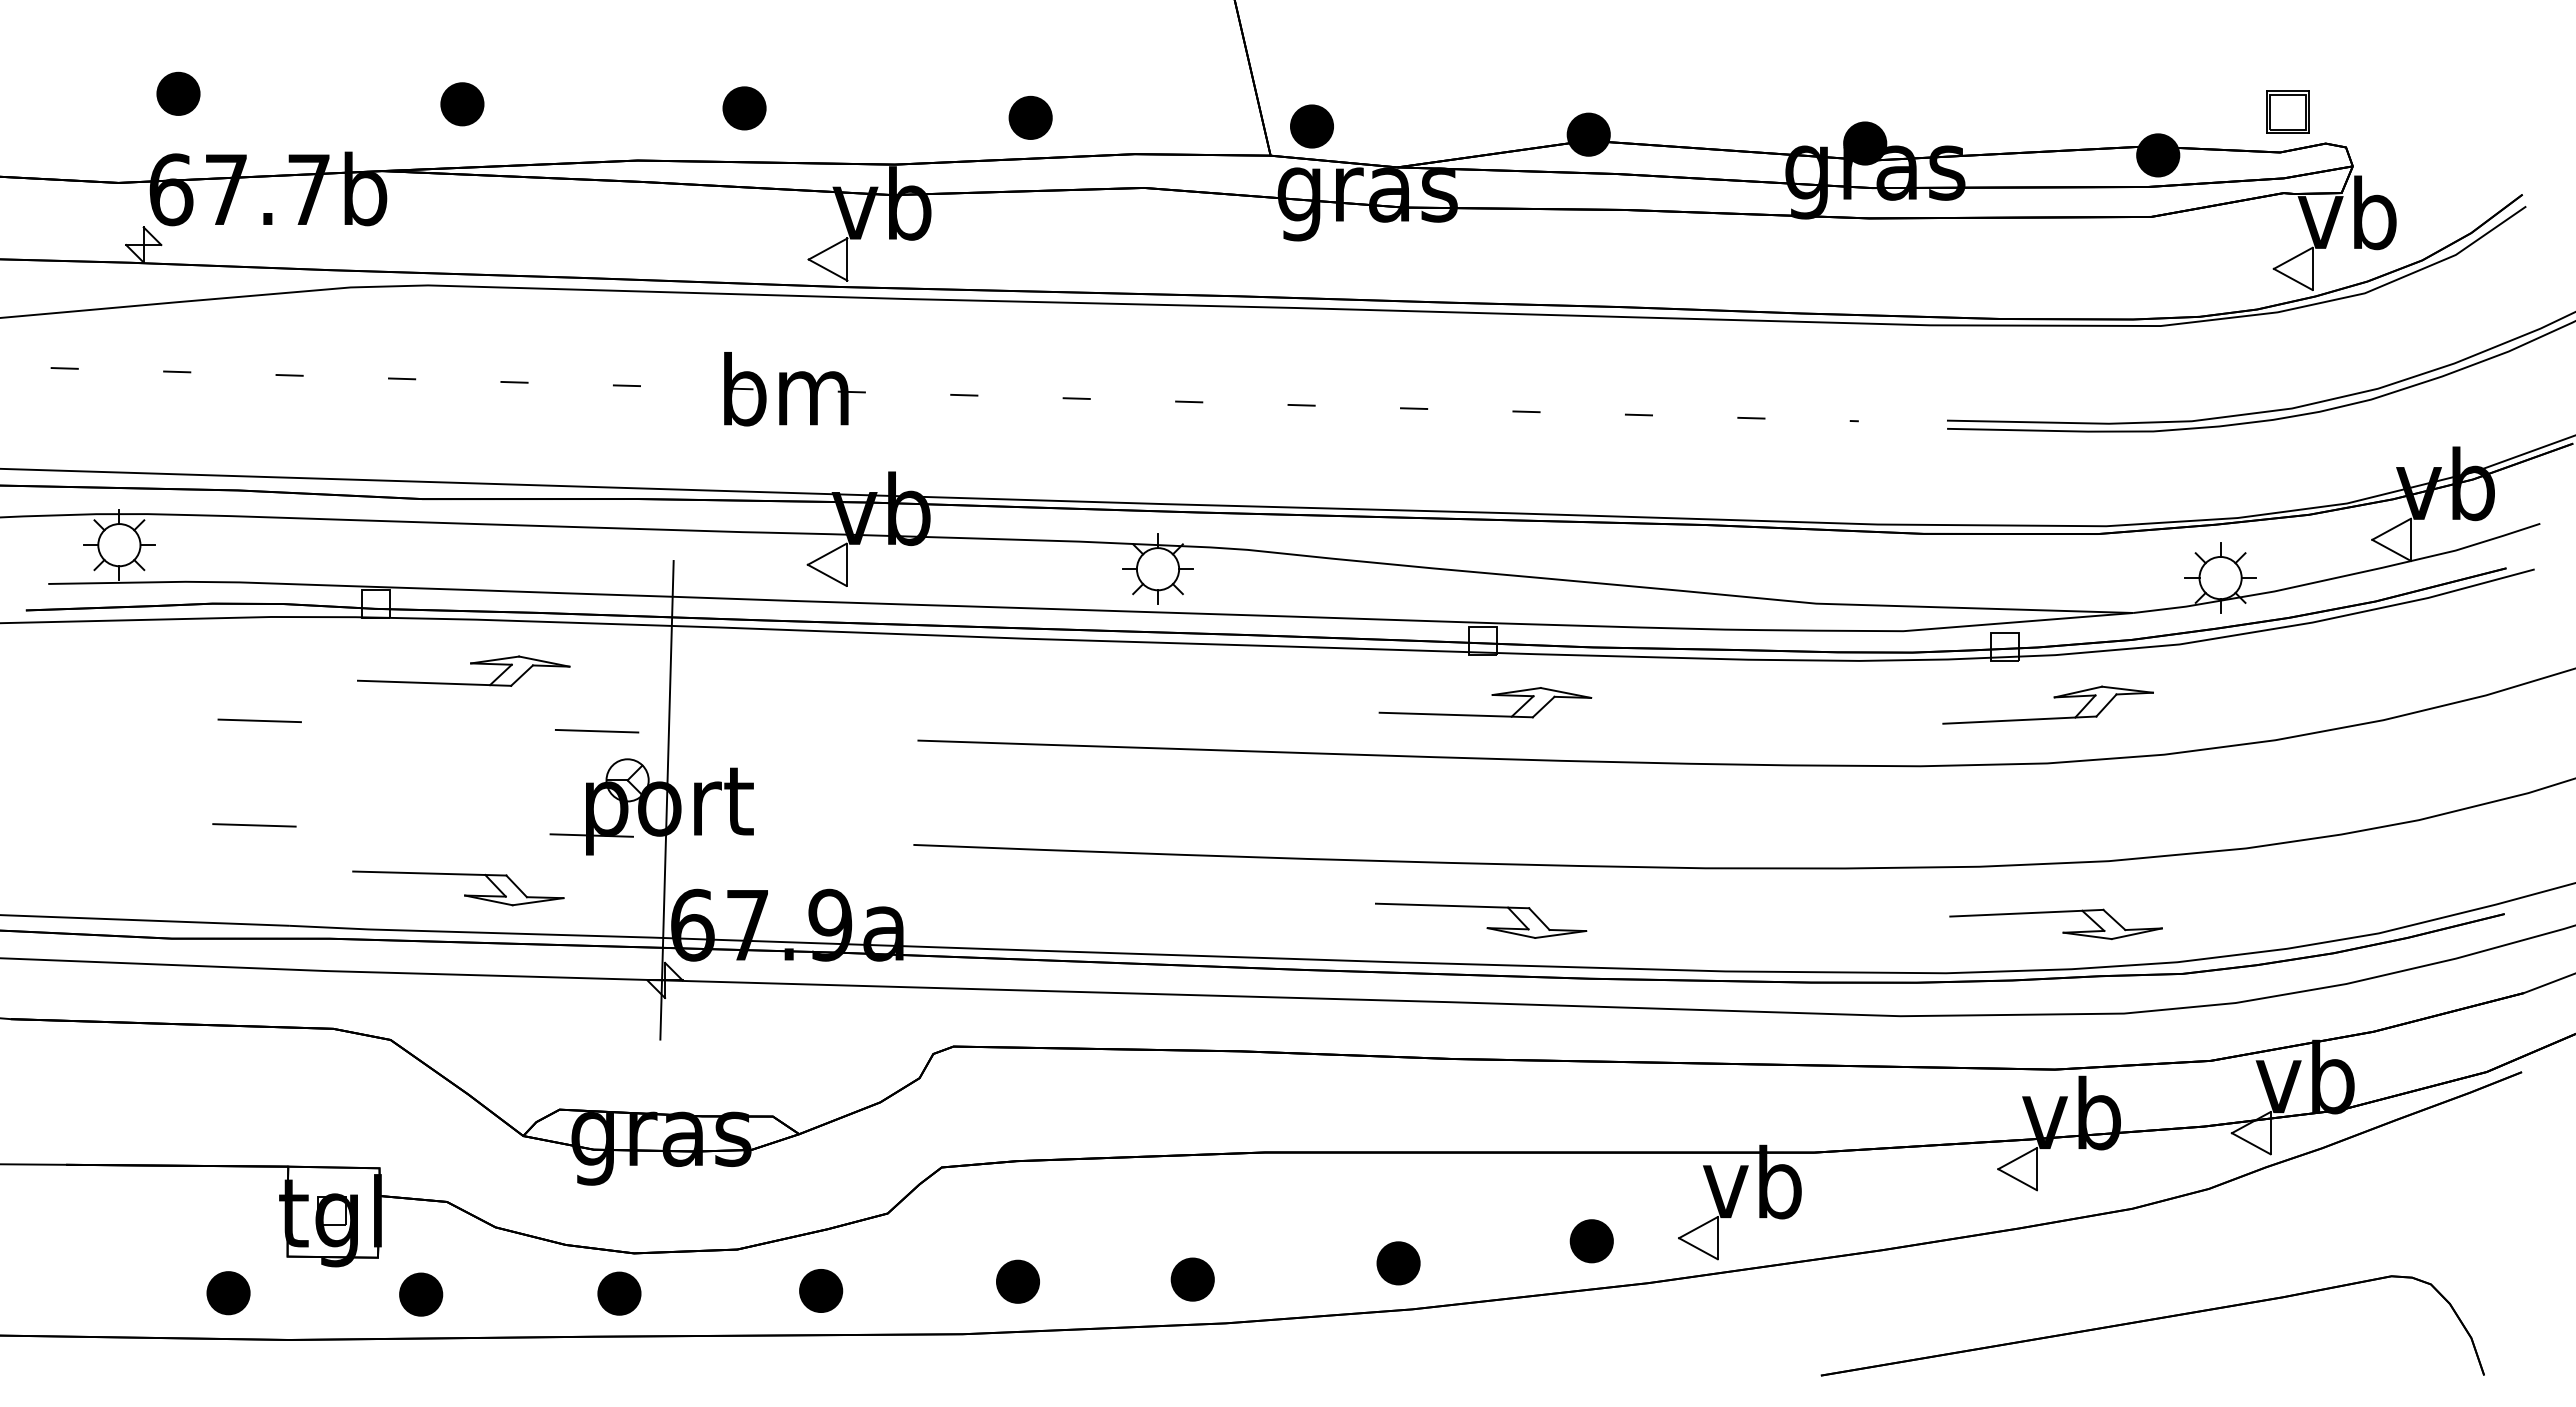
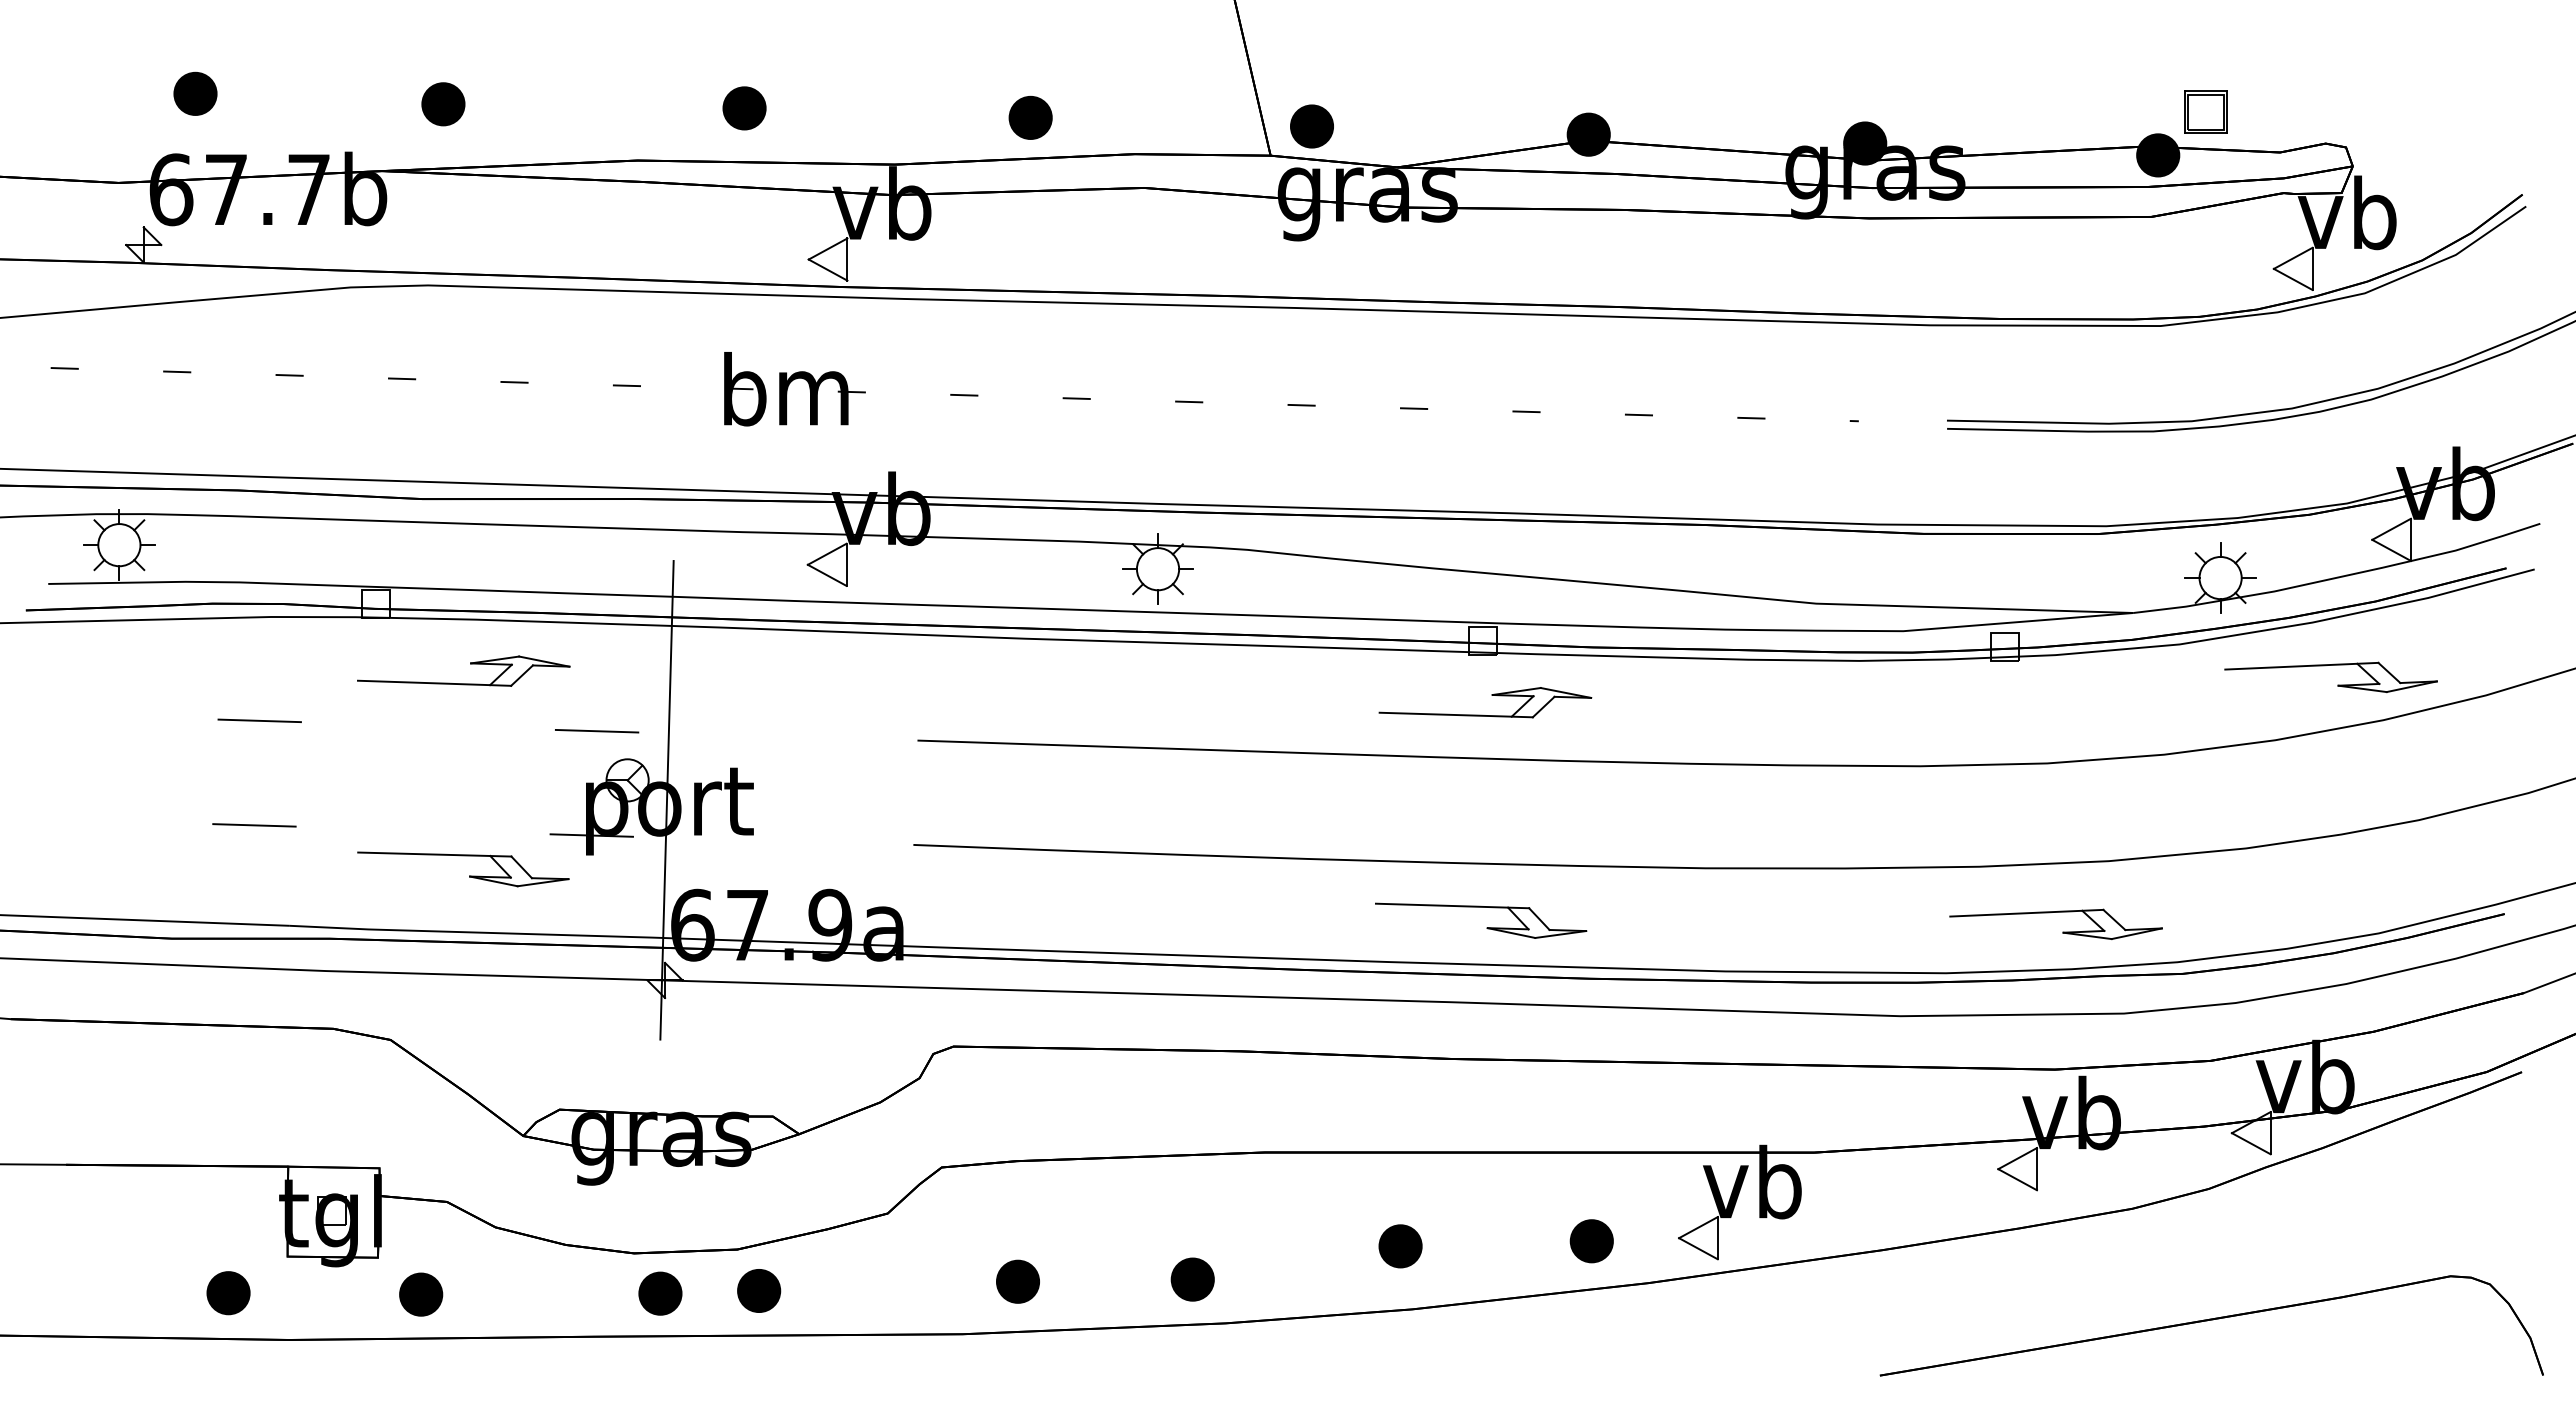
part at (178, 93) position: (178, 93) -> (195, 93)
part at (462, 104) position: (462, 104) -> (443, 104)
part at (2287, 111) position: (2287, 111) -> (2205, 111)
part at (2337, 684): none -> present
part at (2053, 698): present -> none
part at (464, 894) position: (464, 894) -> (469, 875)
part at (1398, 1263) position: (1398, 1263) -> (1400, 1246)
part at (821, 1290) position: (821, 1290) -> (759, 1290)
part at (619, 1293) position: (619, 1293) -> (660, 1293)
part at (2152, 1325) position: (2152, 1325) -> (2211, 1325)
